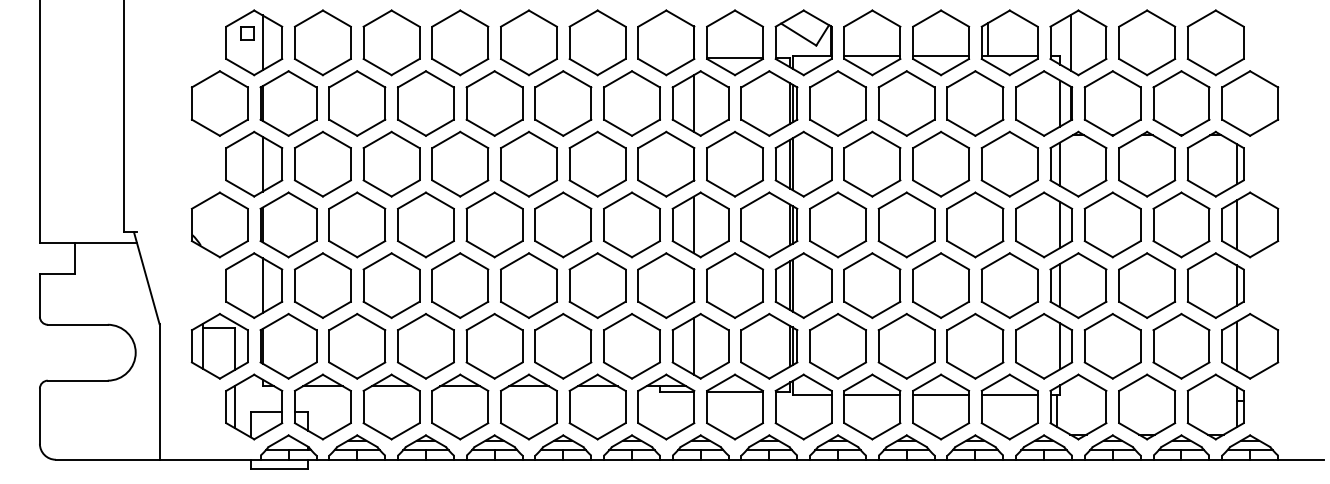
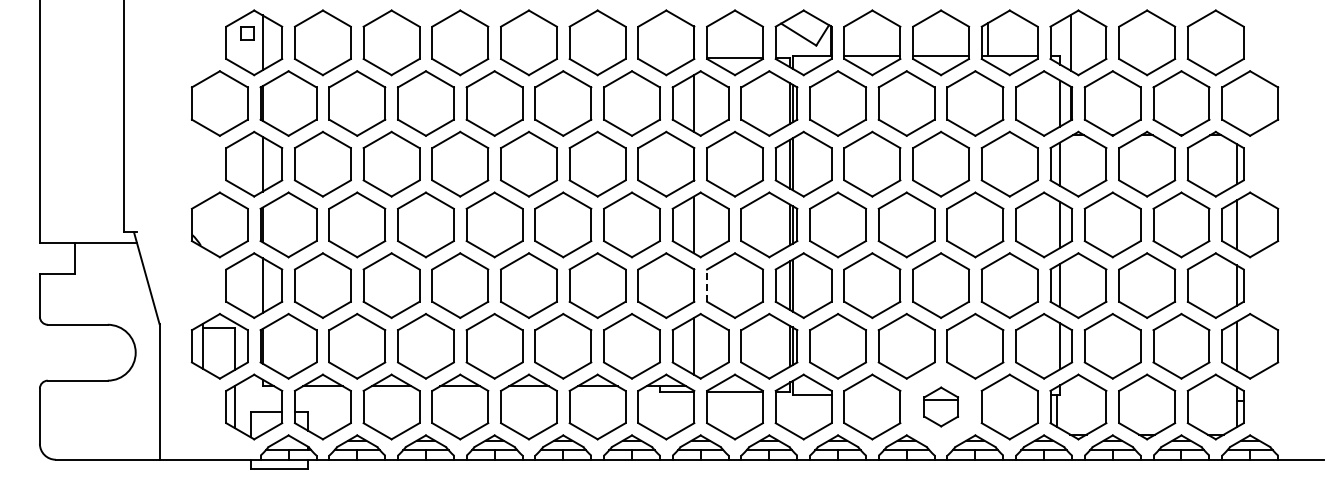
line at (707, 285): solid -> dashed
line at (872, 395): present -> none
line at (1009, 395): present -> none
part at (941, 406) size: 59x68 px -> 36x42 px
